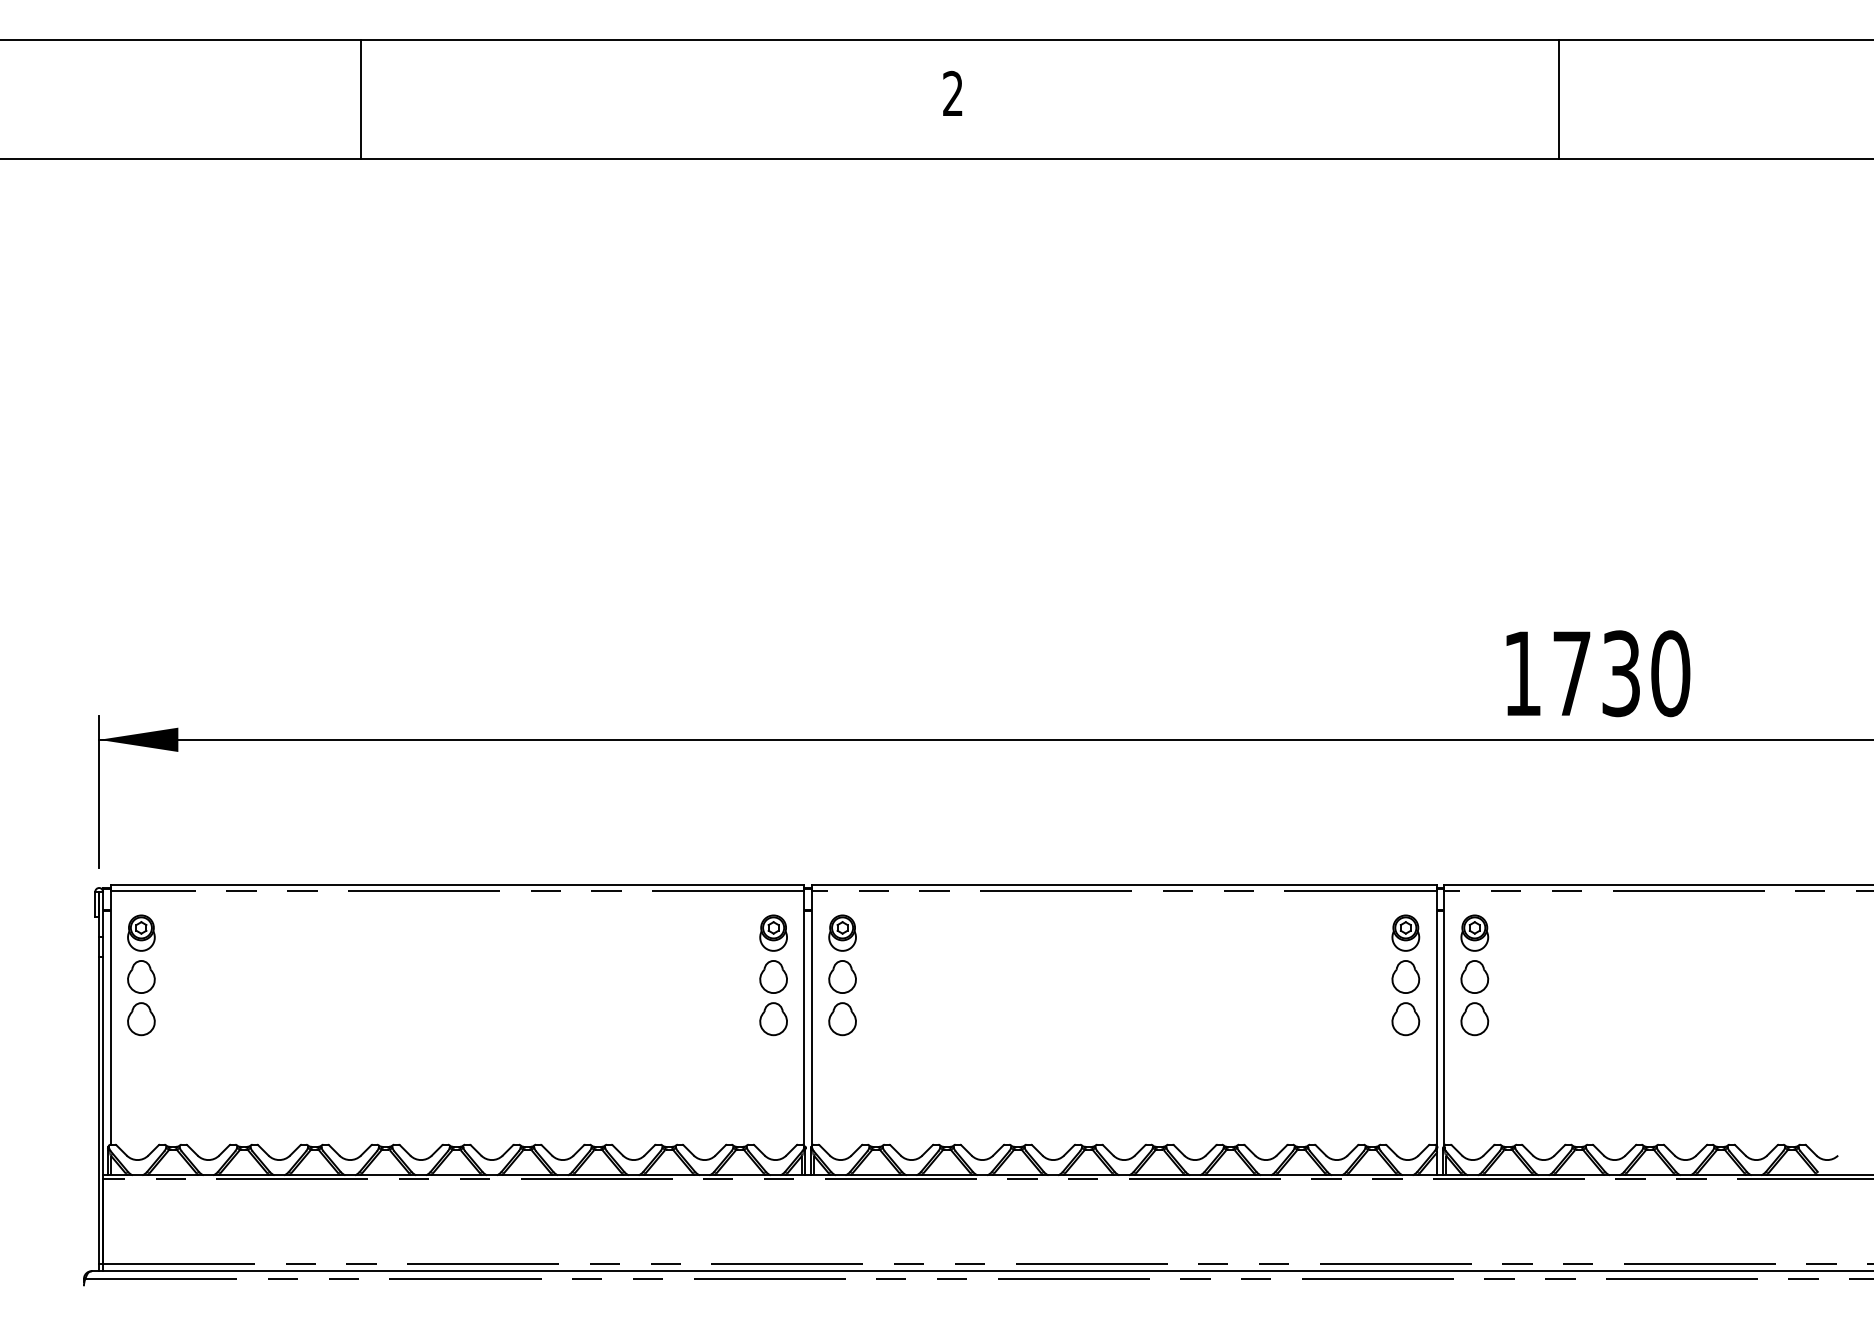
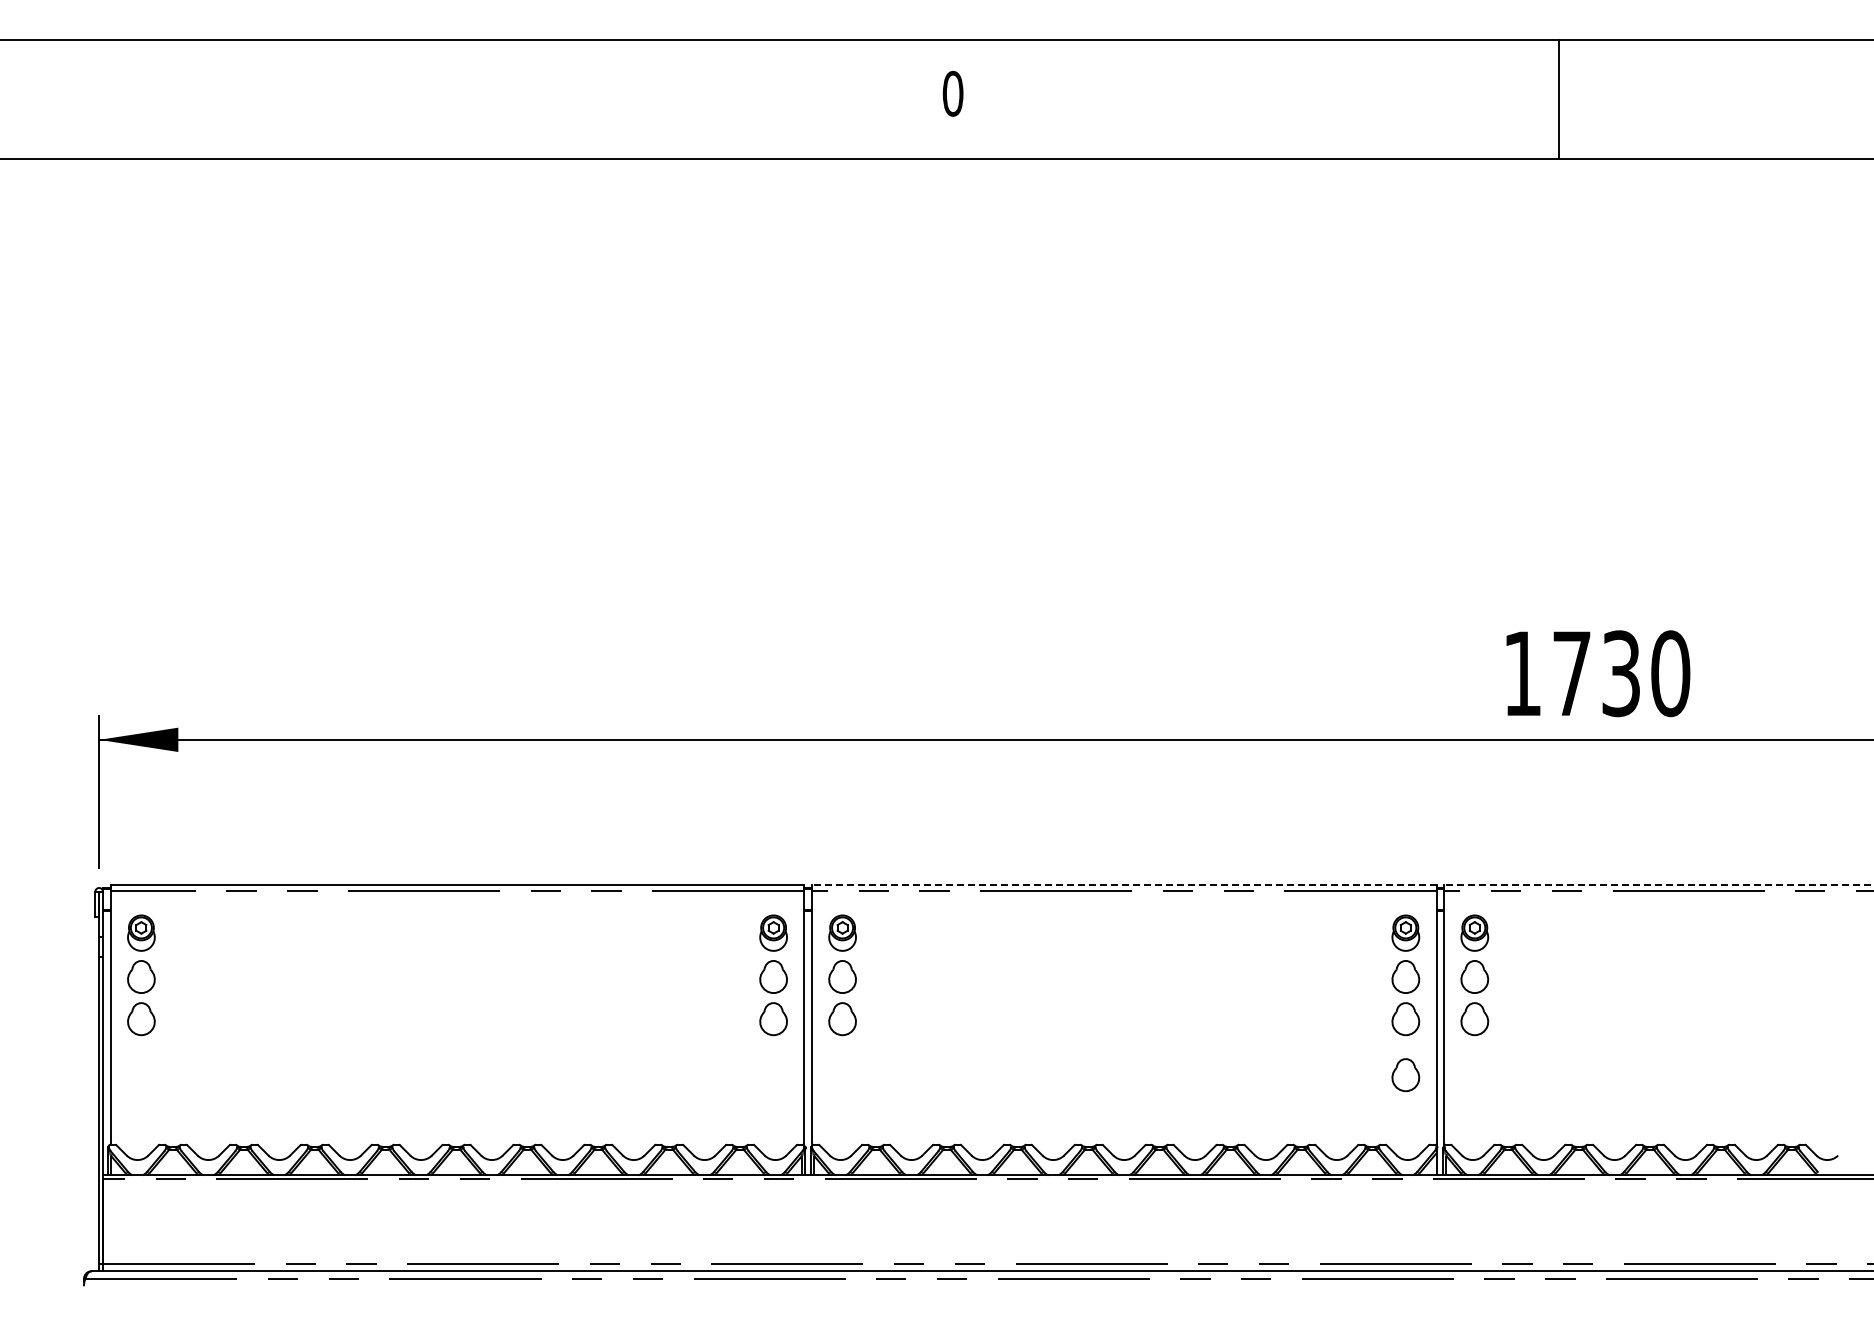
text at (952, 93): 2 -> 0
line at (361, 99): present -> none
line at (1123, 884): solid -> dashed
line at (1659, 884): solid -> dashed
part at (1405, 1075): none -> present
